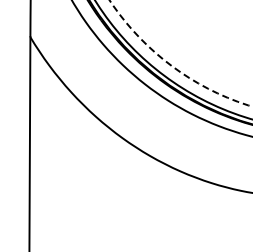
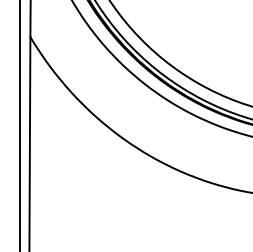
arc at (171, 66): dashed -> solid
line at (19, 125): none -> present
